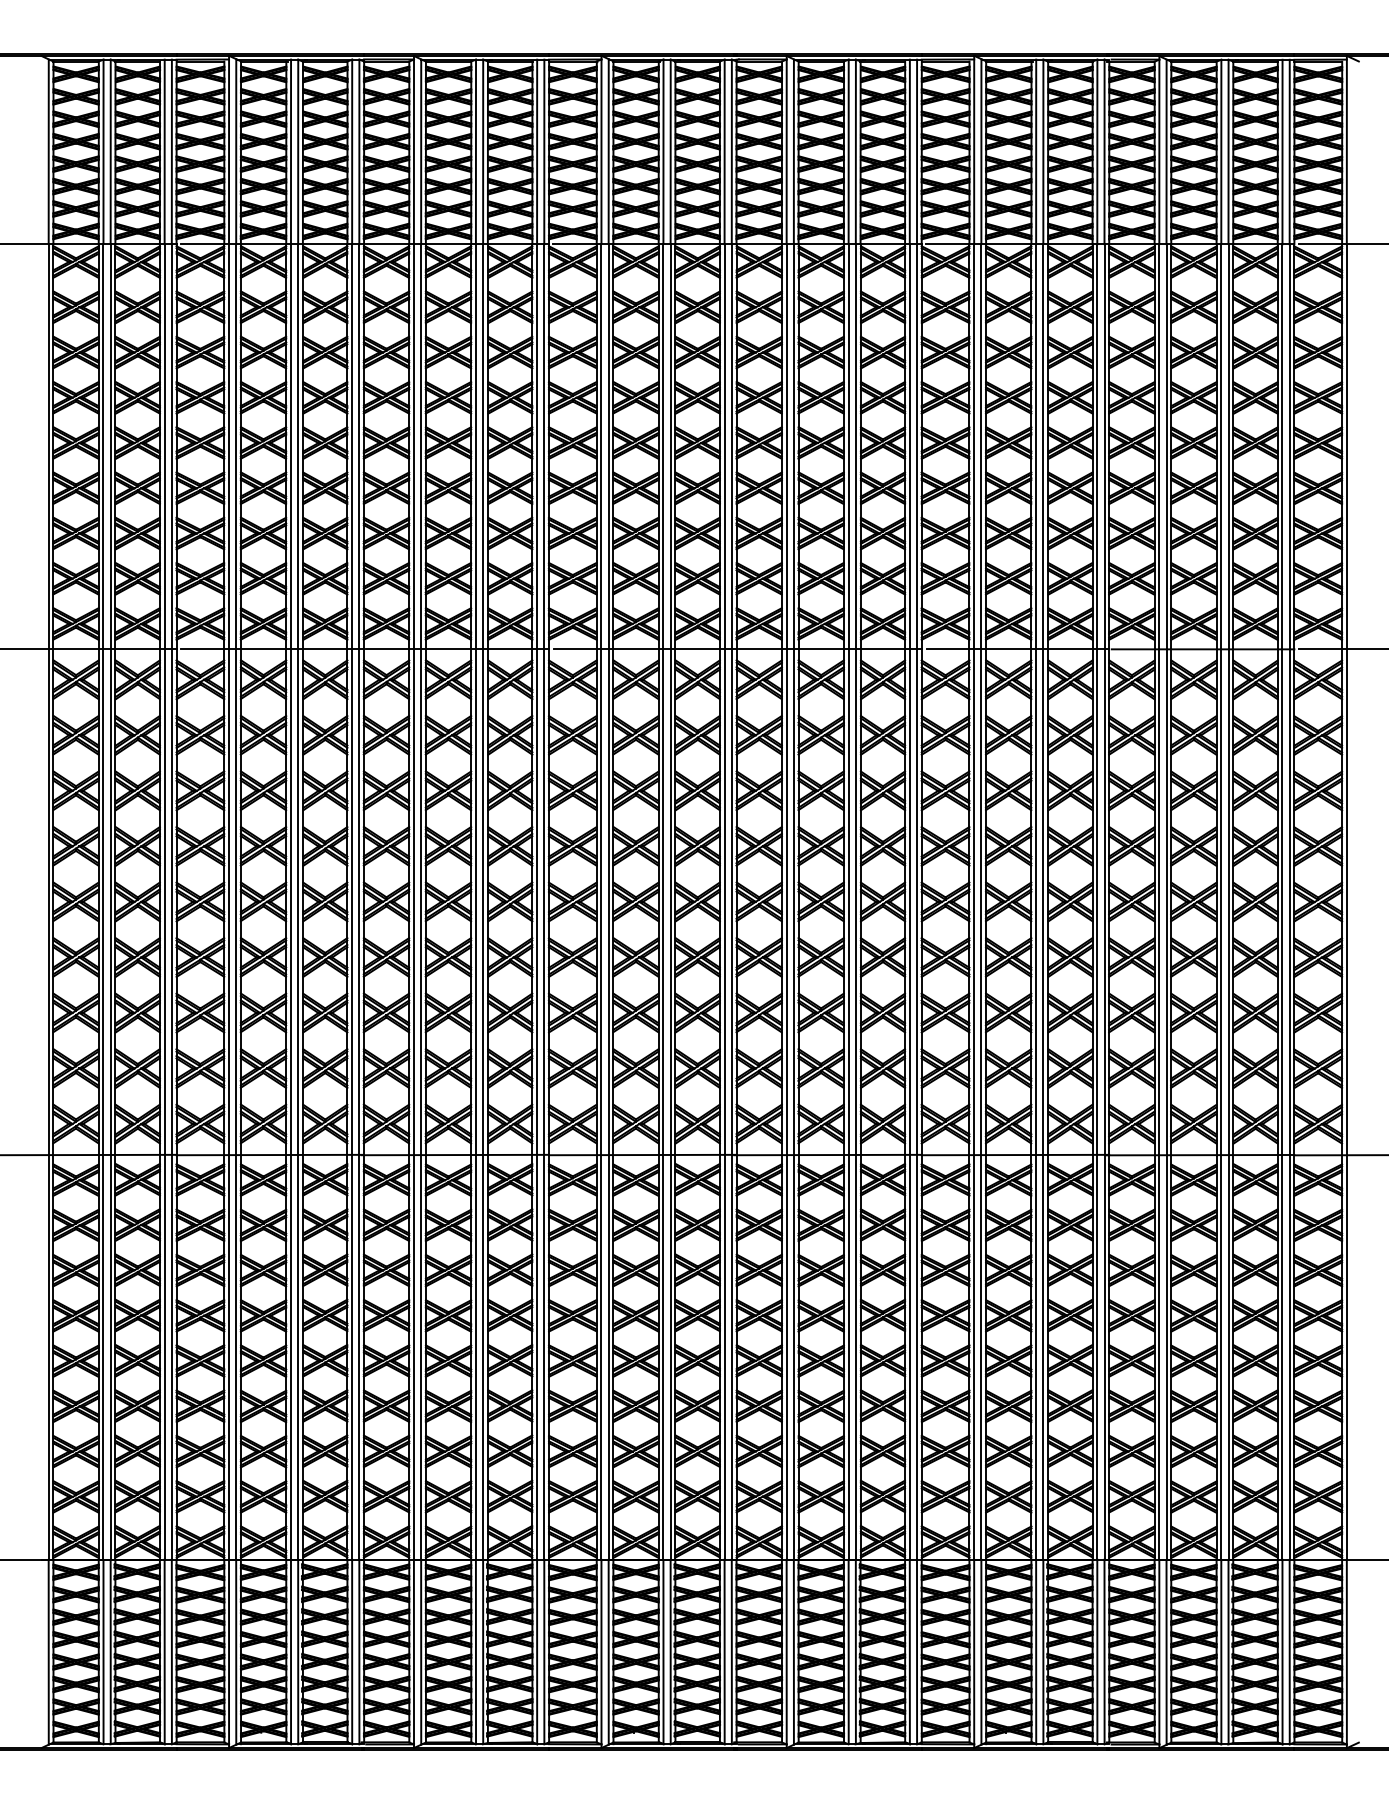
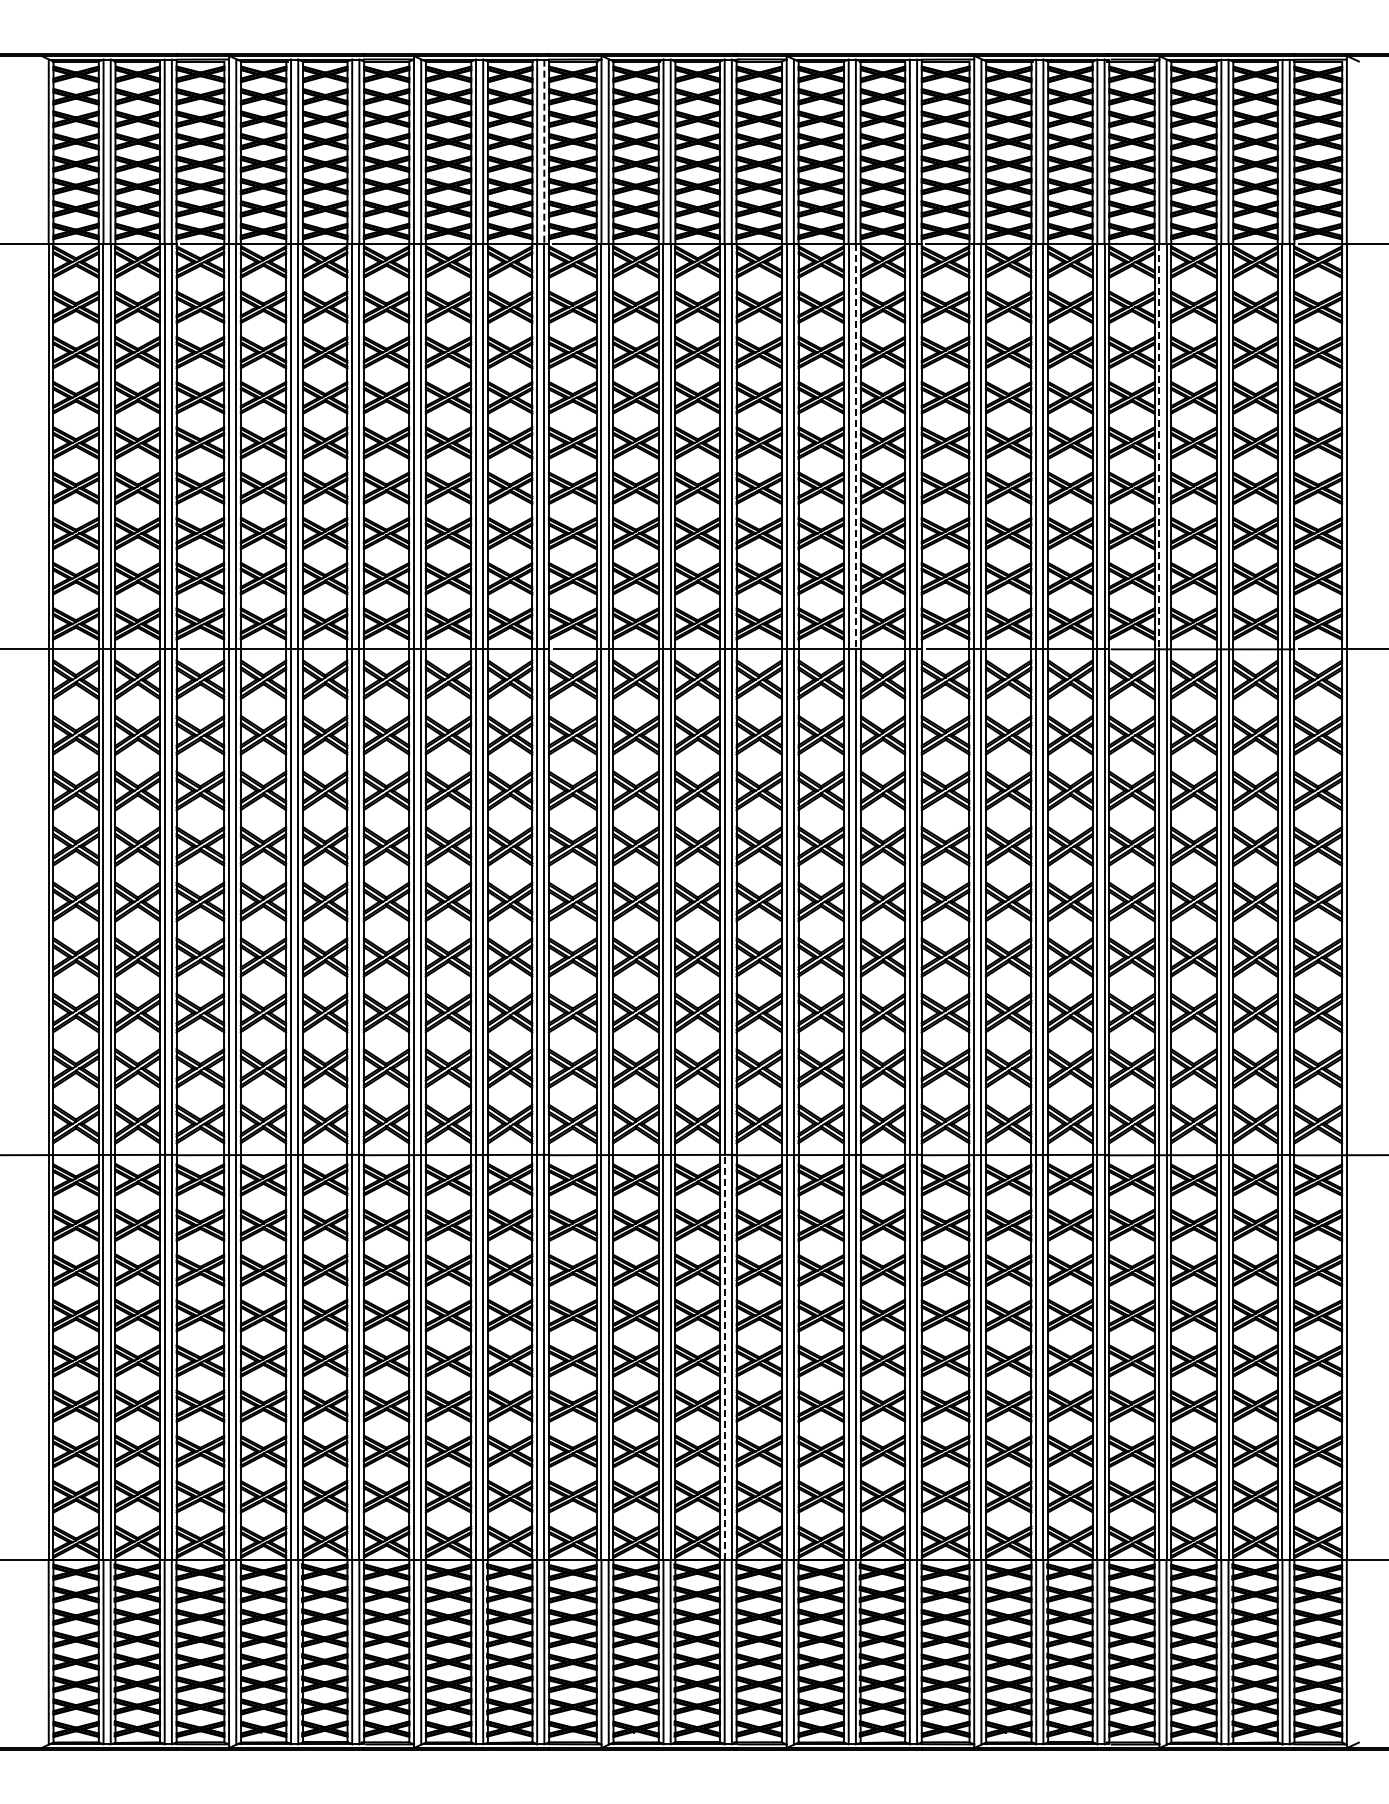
line at (544, 152): solid -> dashed
line at (855, 446): solid -> dashed
line at (1159, 446): solid -> dashed
line at (724, 1357): solid -> dashed
